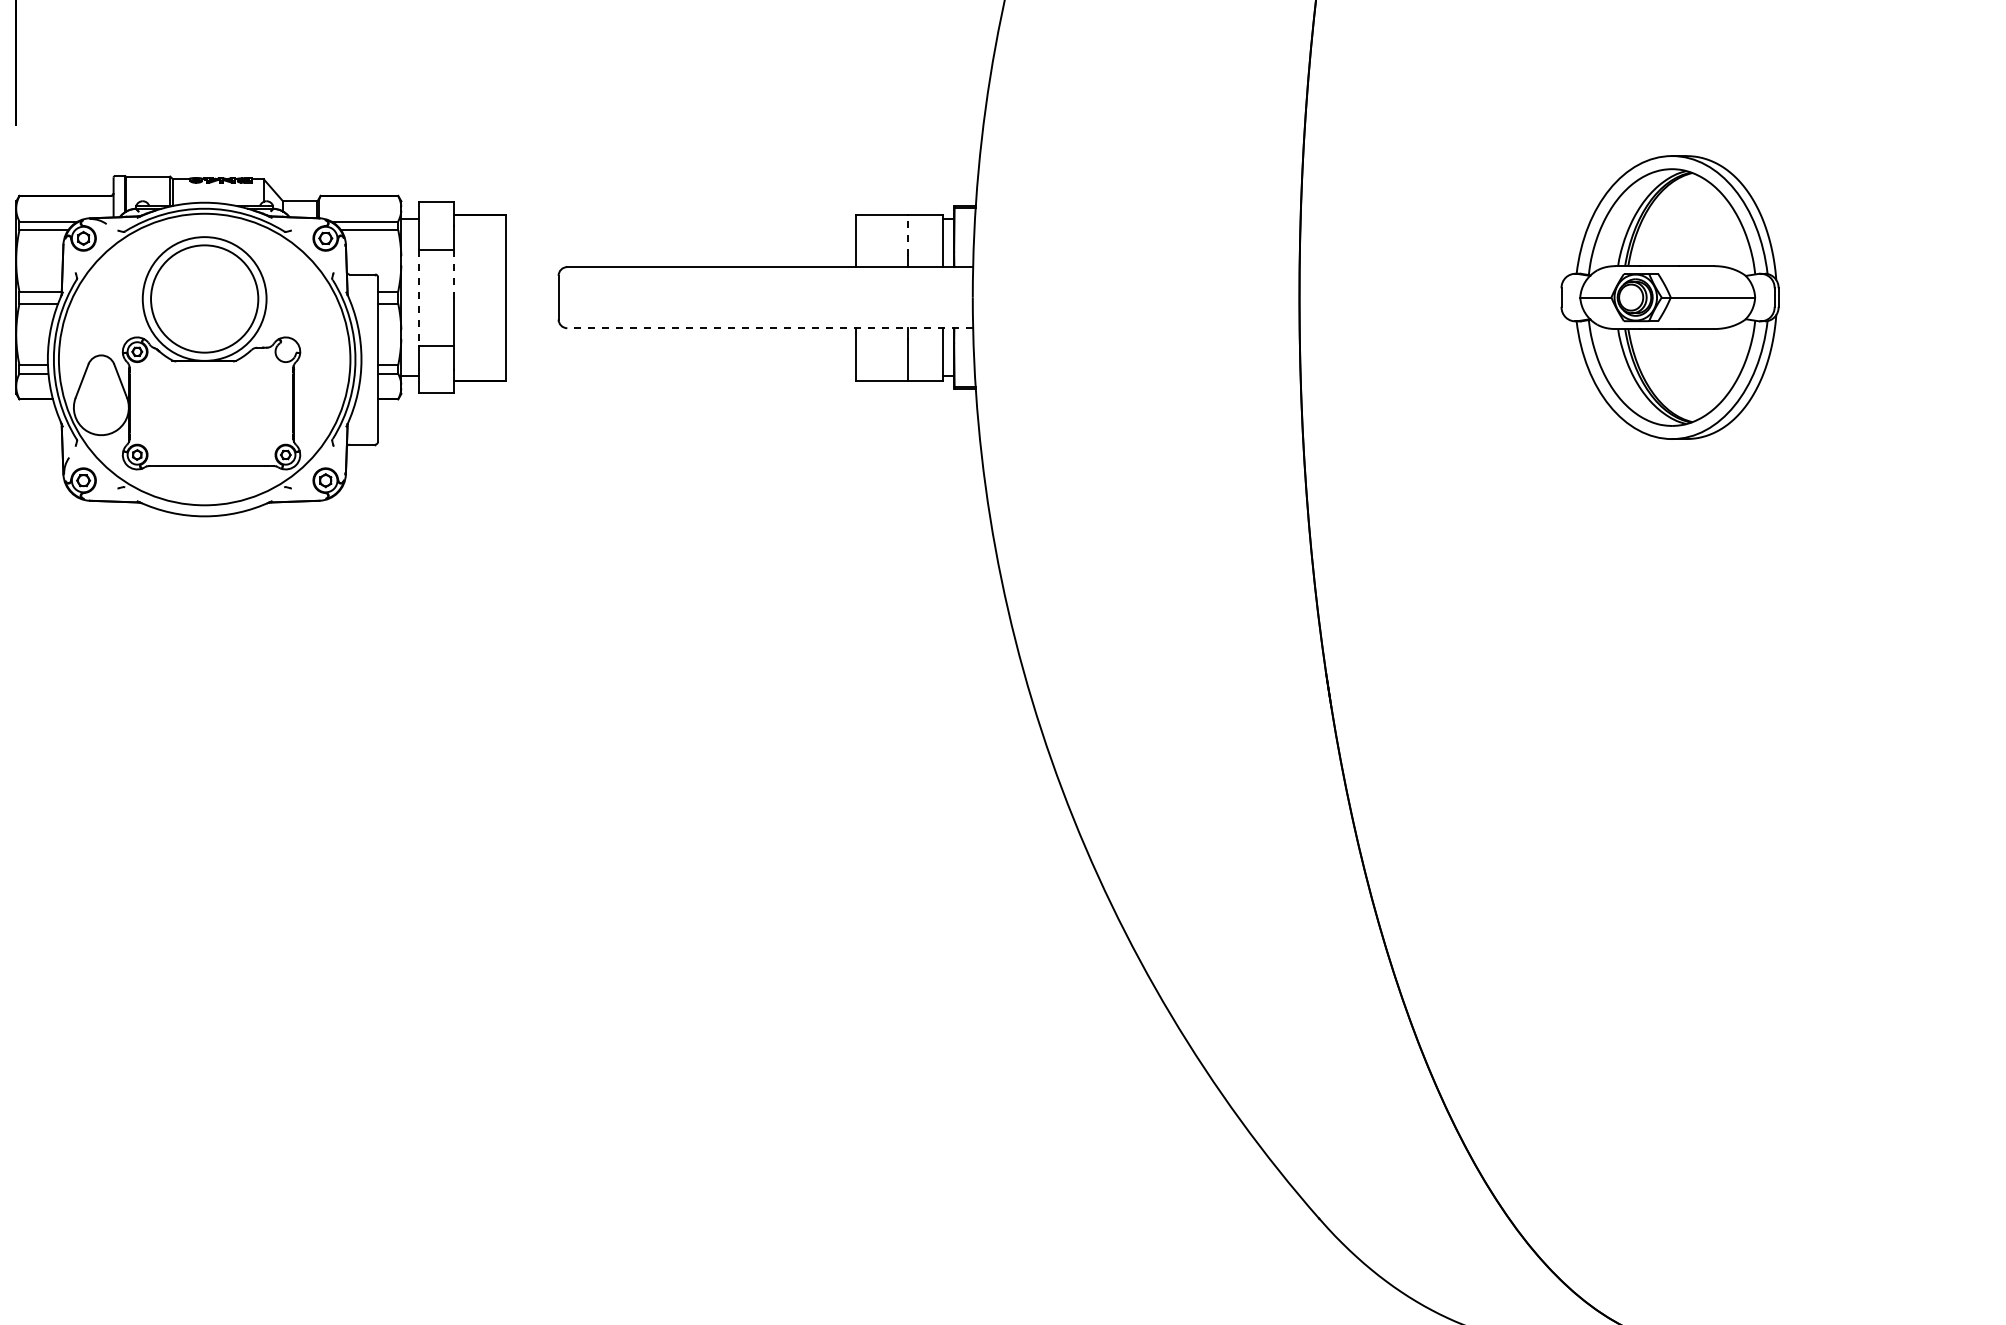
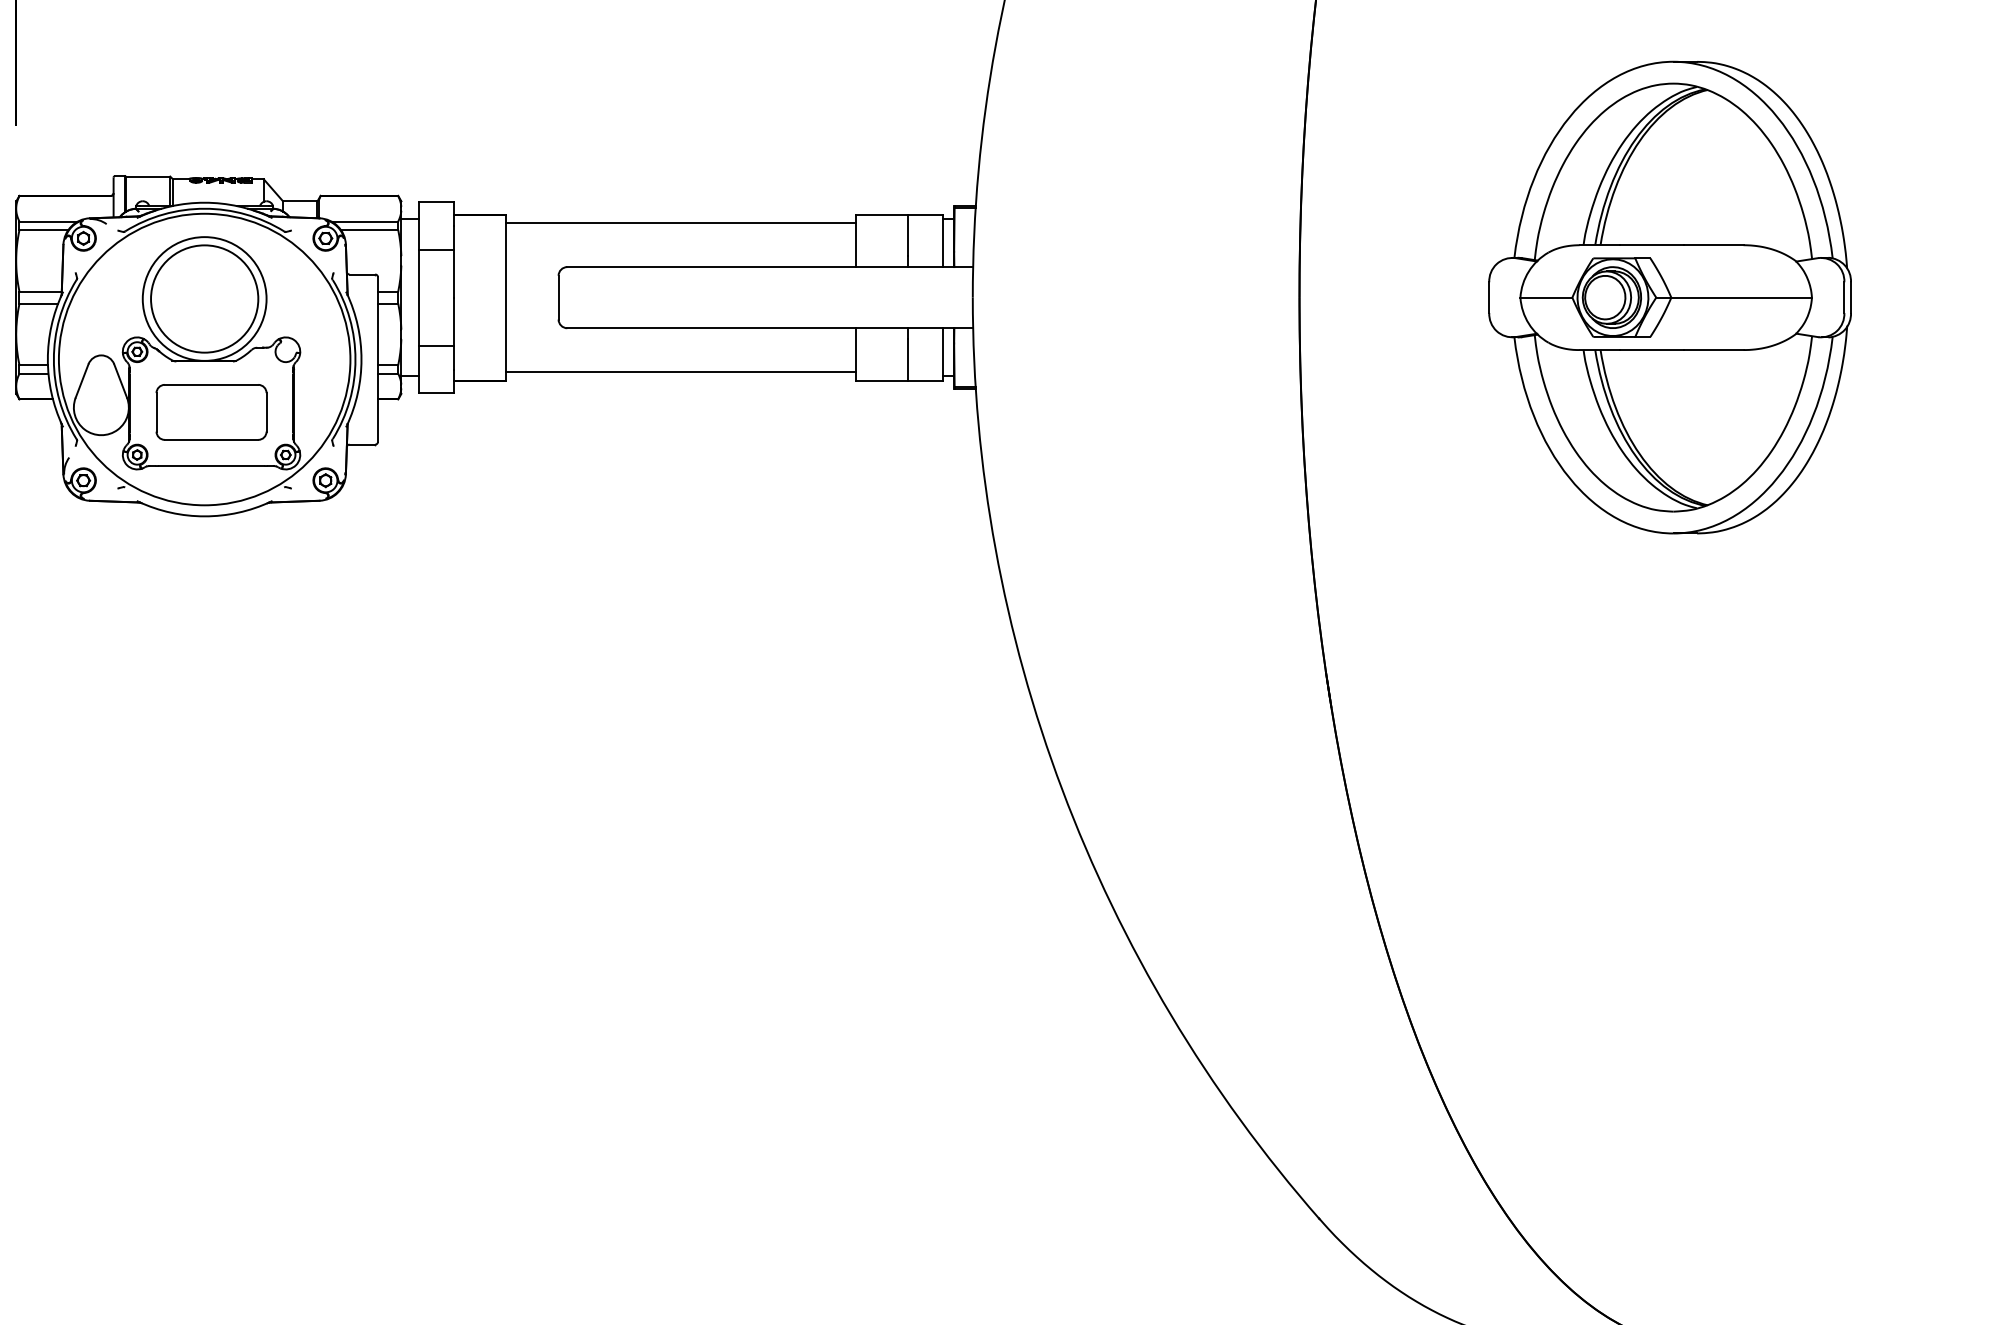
line at (680, 223): none -> present
line at (908, 235): dashed -> solid
line at (453, 273): dashed -> solid
line at (418, 297): dashed -> solid
part at (1669, 297) size: 220x285 px -> 364x475 px
line at (770, 328): dashed -> solid
line at (680, 372): none -> present
part at (211, 412): none -> present
